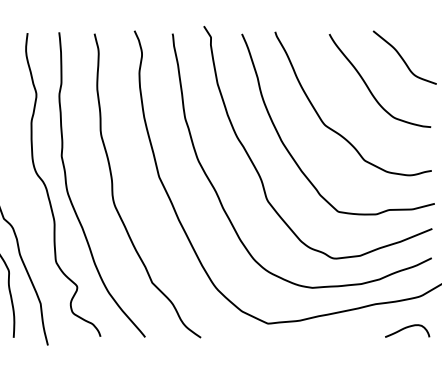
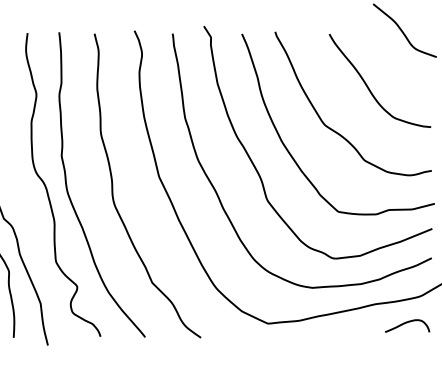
curve at (403, 58) position: (403, 58) -> (403, 31)
curve at (407, 328) position: (407, 328) -> (407, 323)
